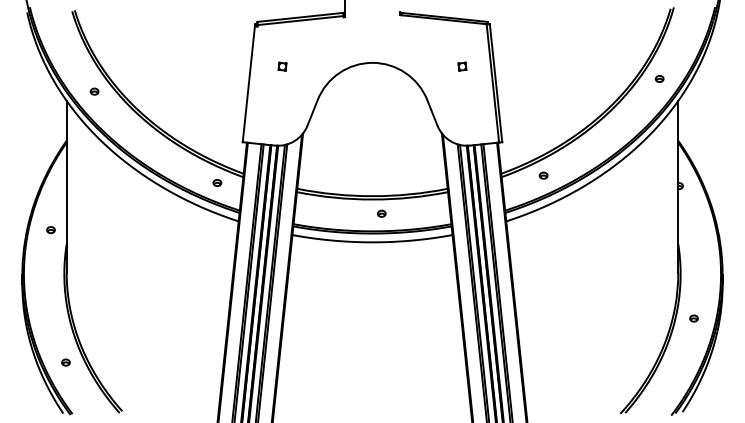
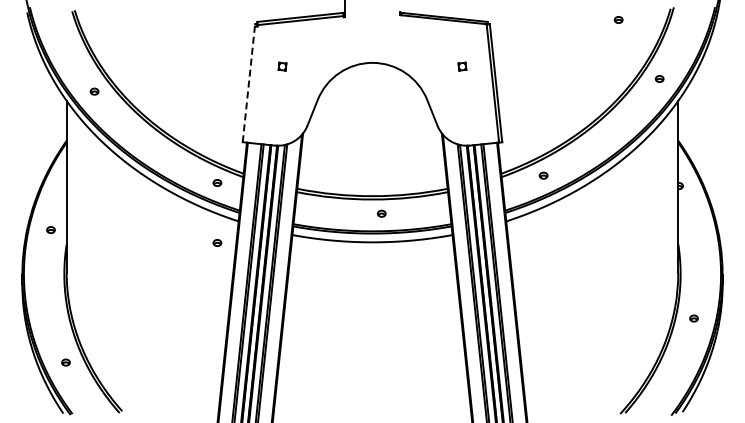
part at (618, 19): none -> present
line at (249, 82): solid -> dashed
part at (217, 242): none -> present
